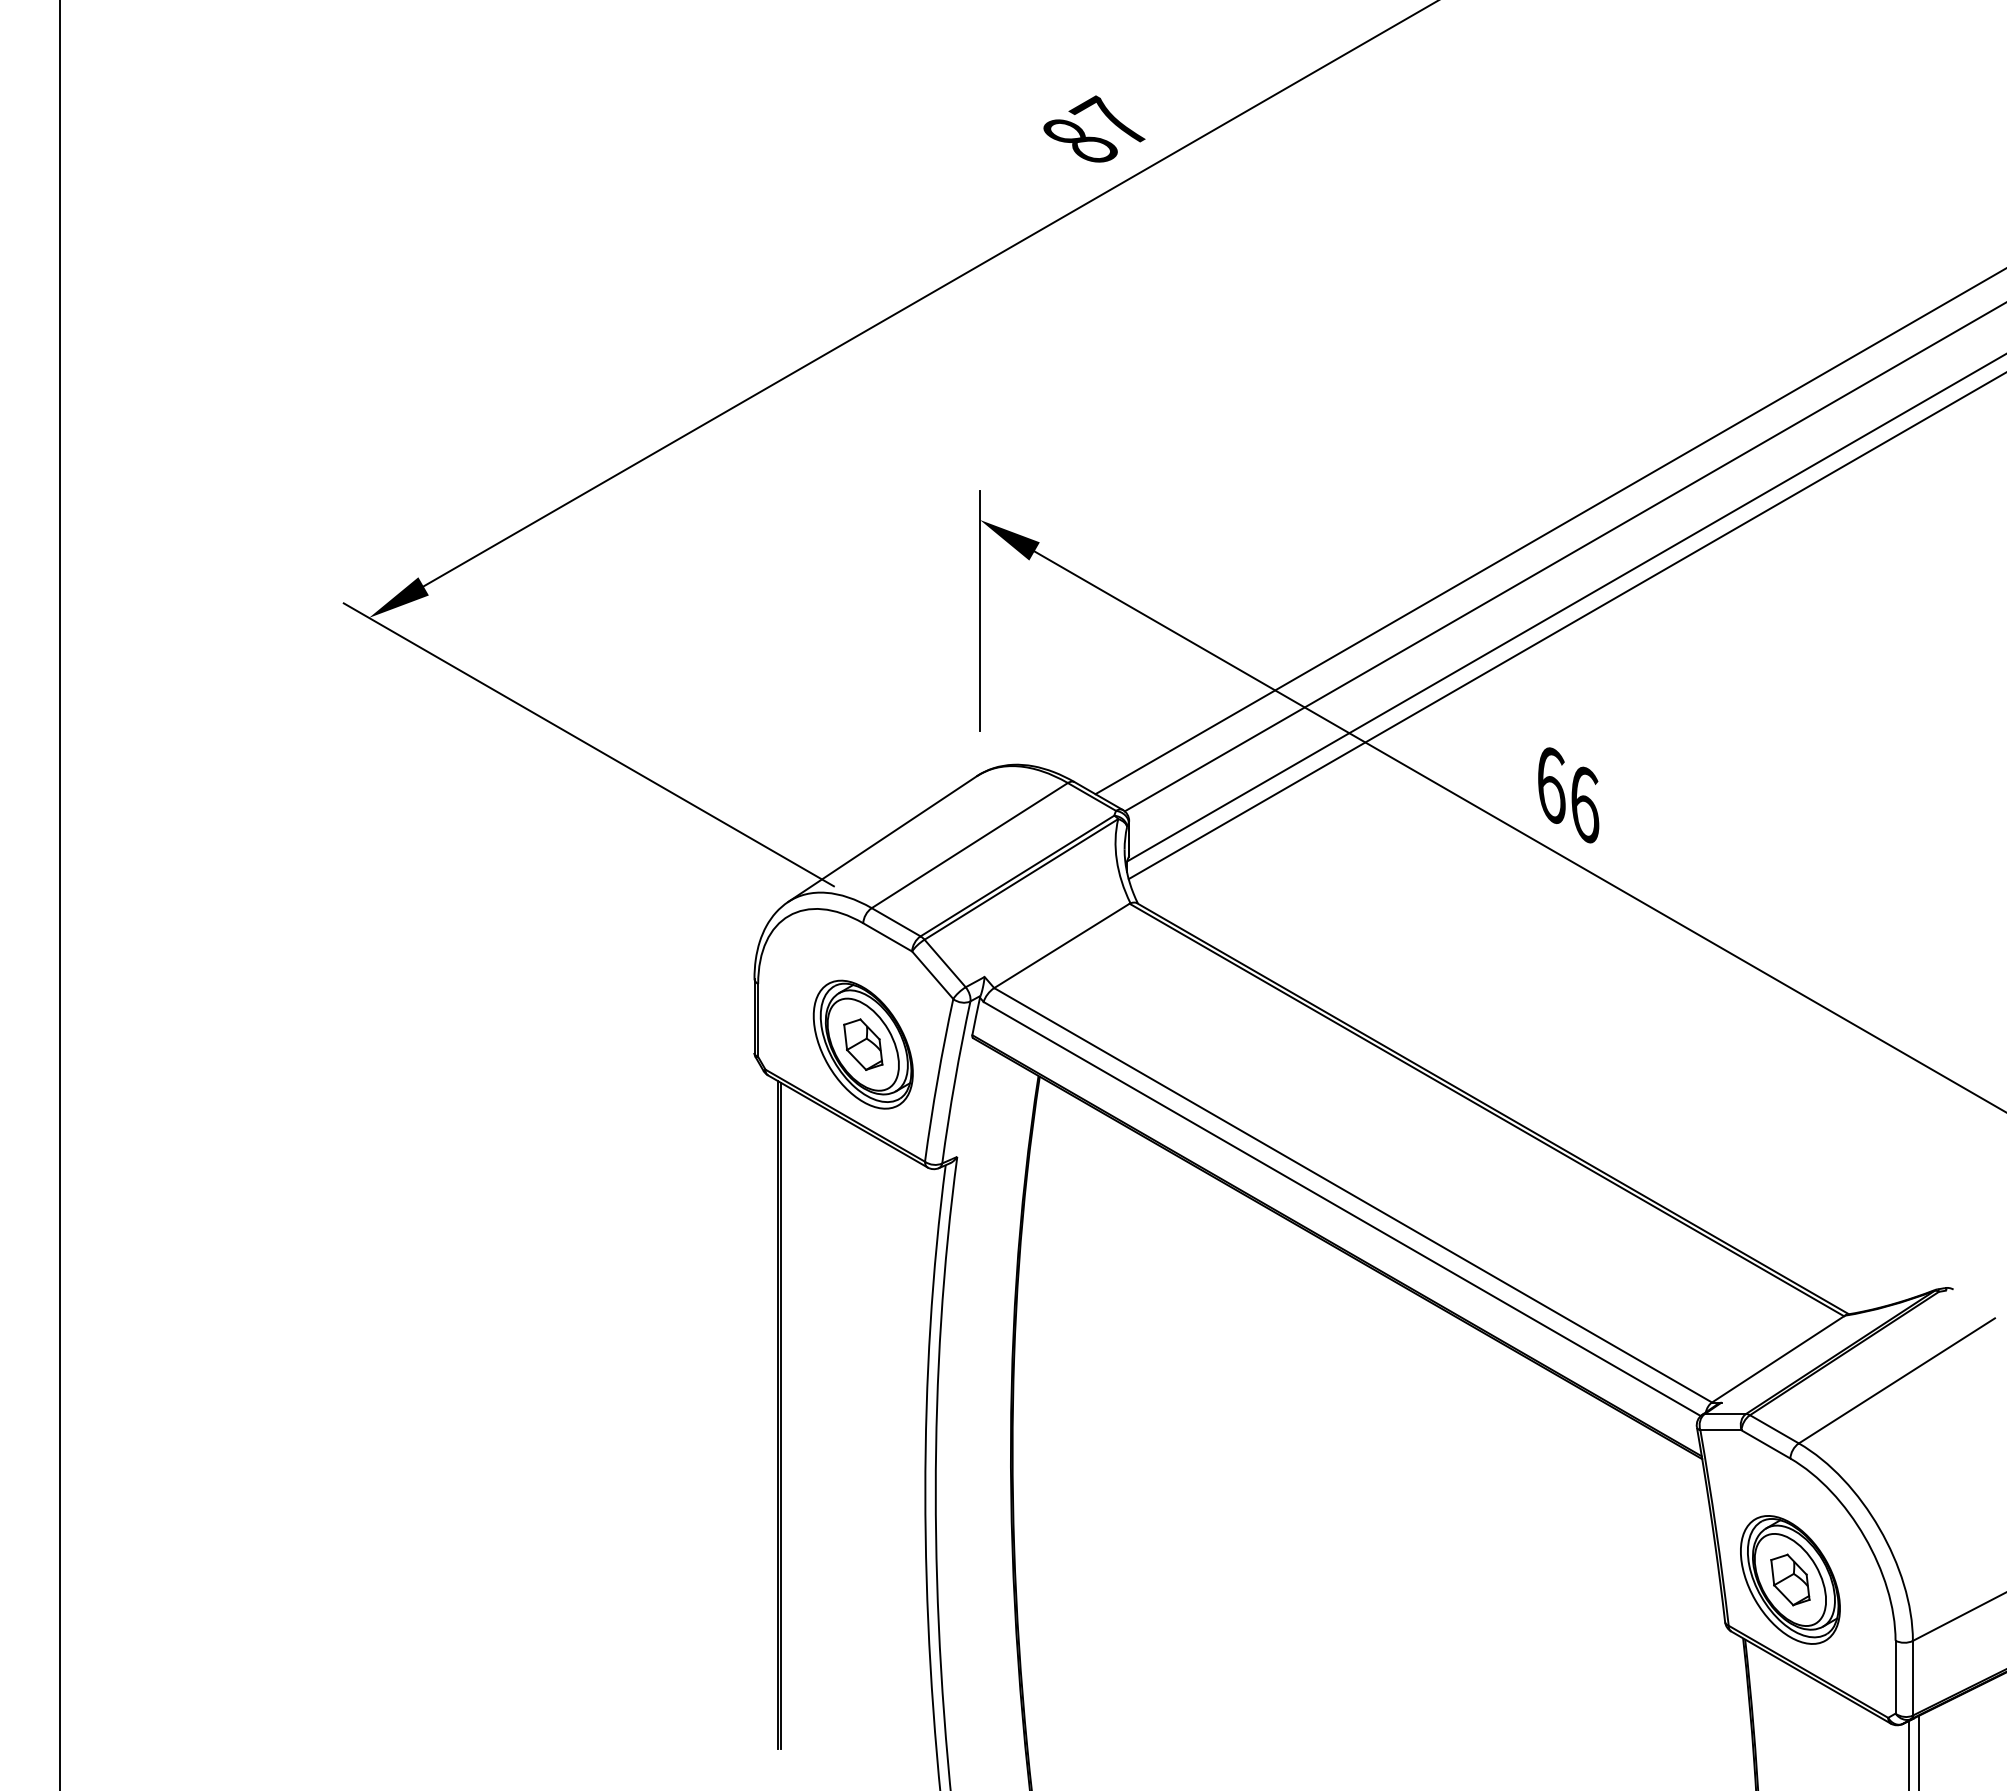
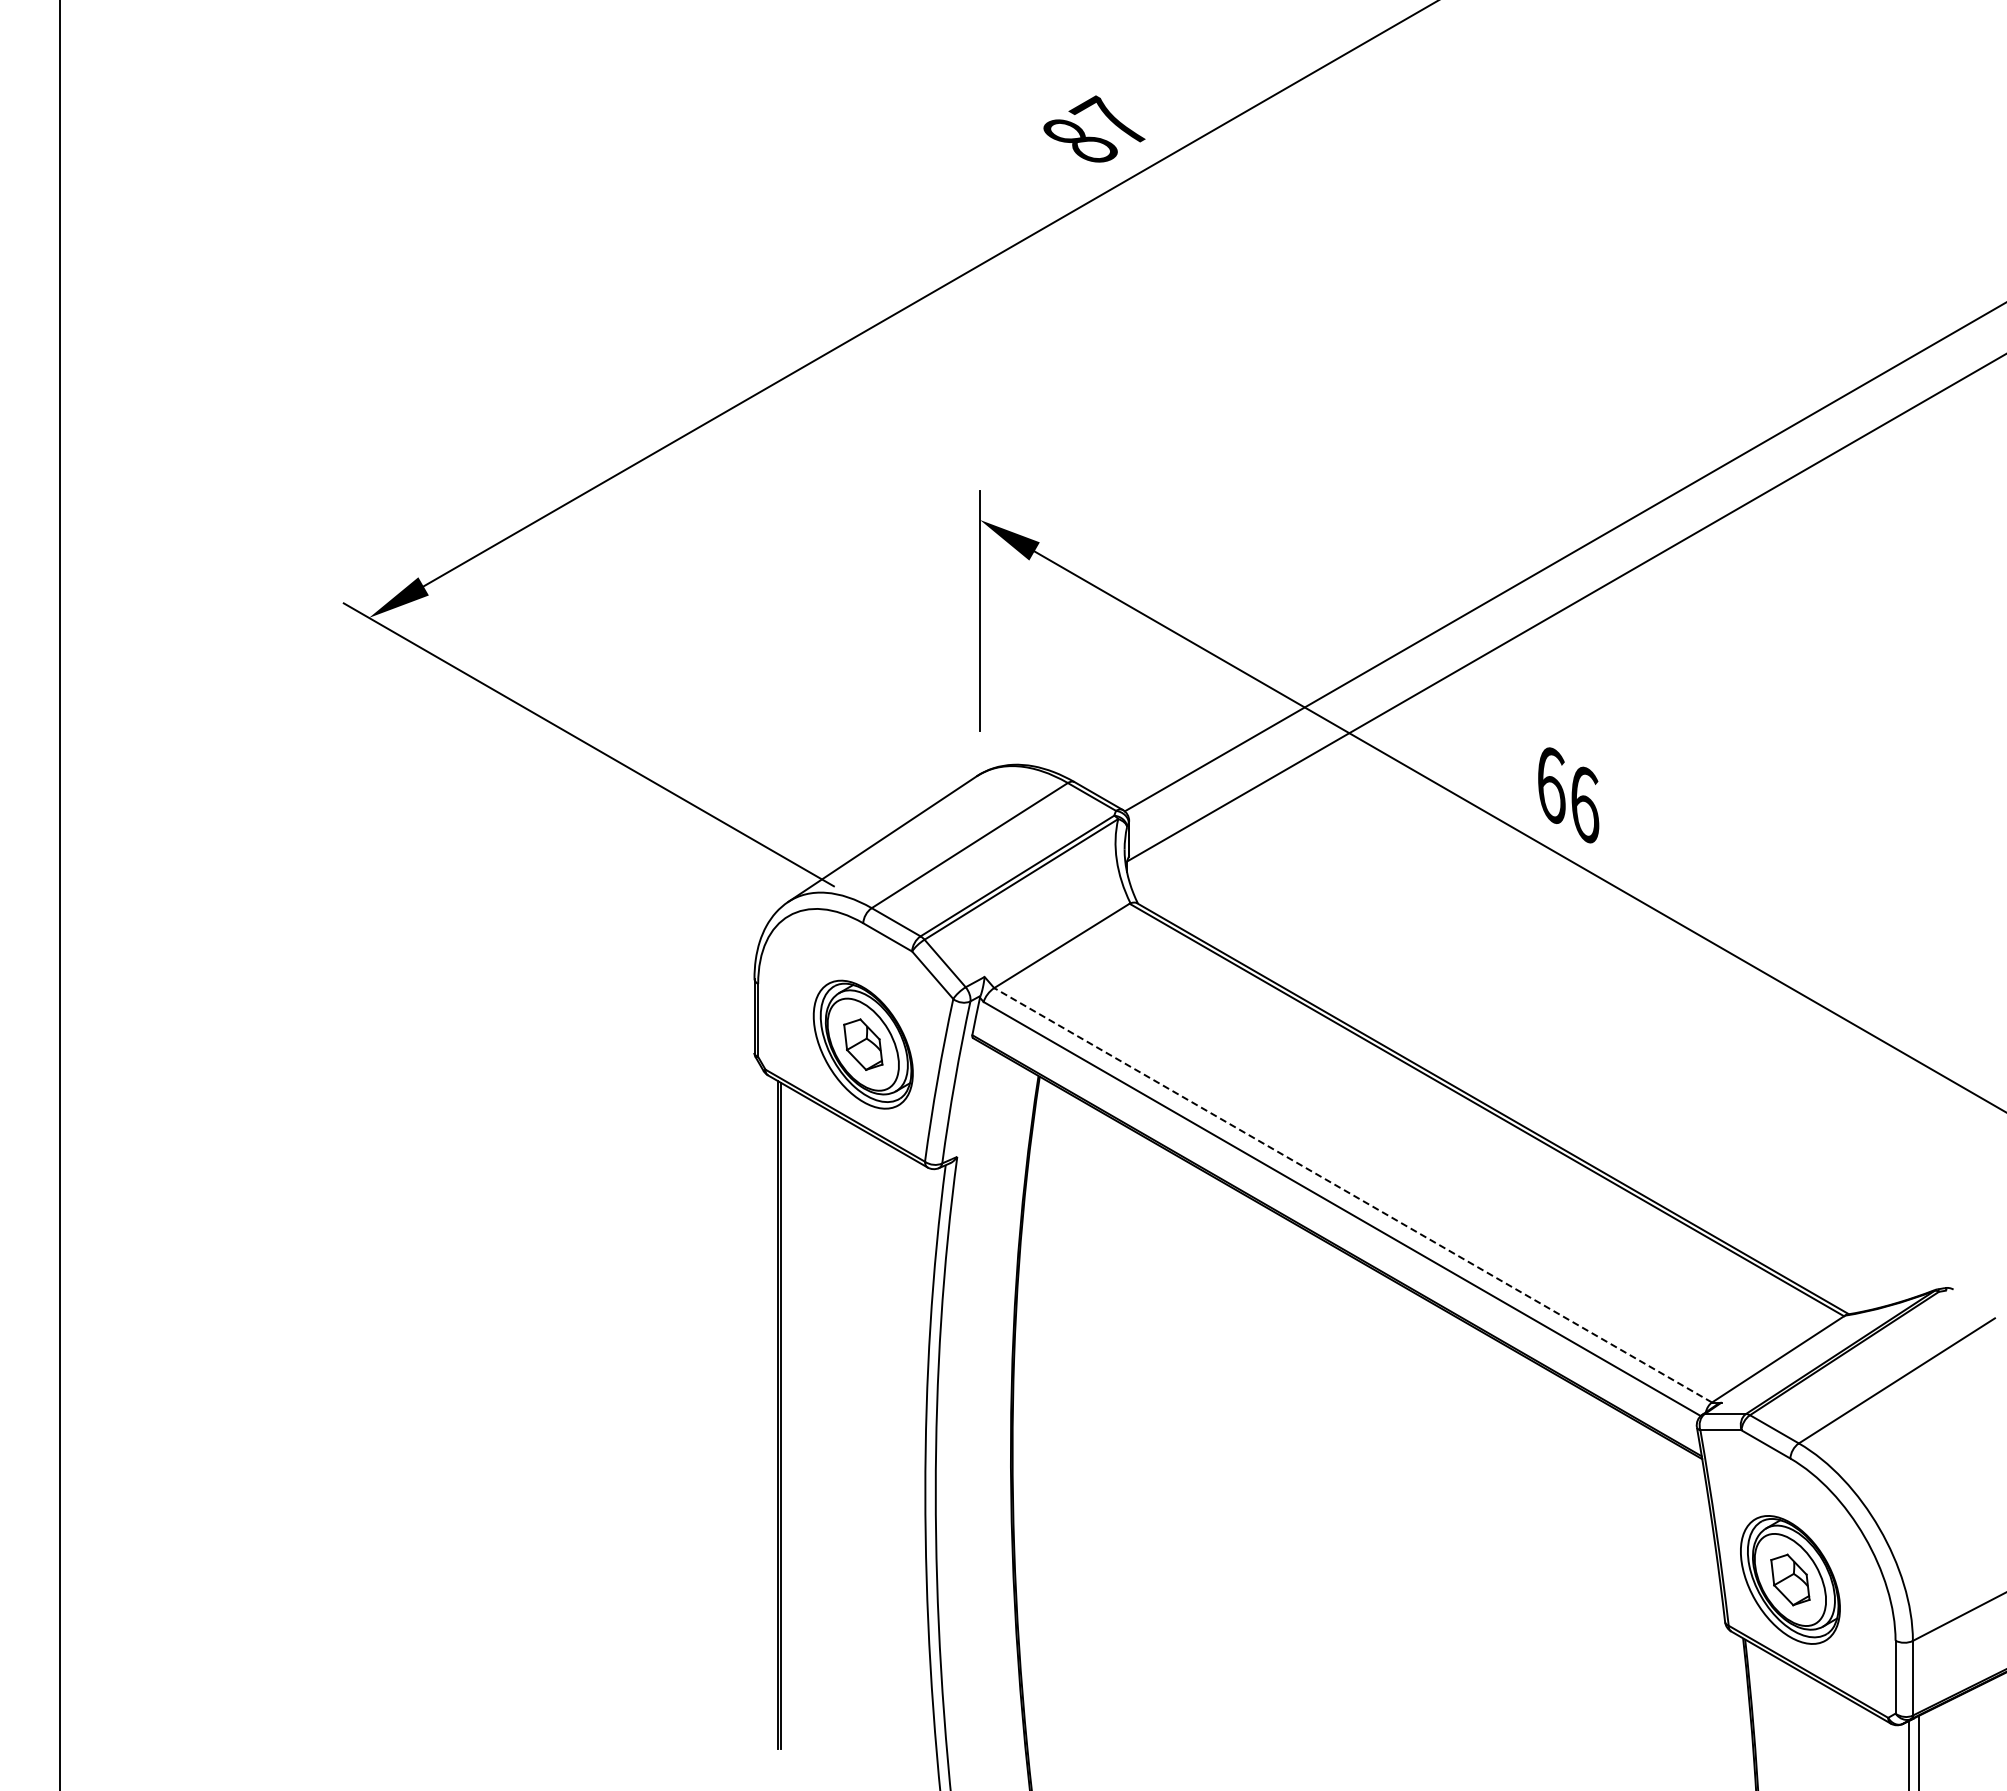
line at (1549, 531): present -> none
line at (1565, 626): present -> none
line at (1352, 1195): solid -> dashed
